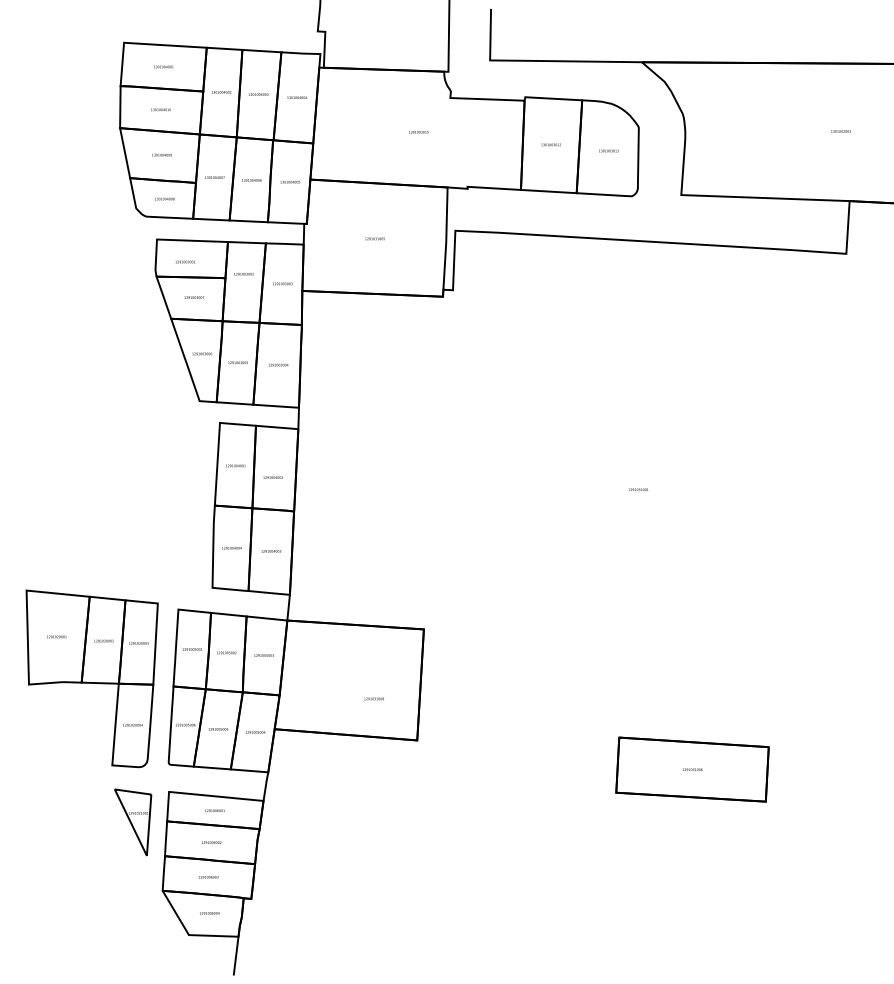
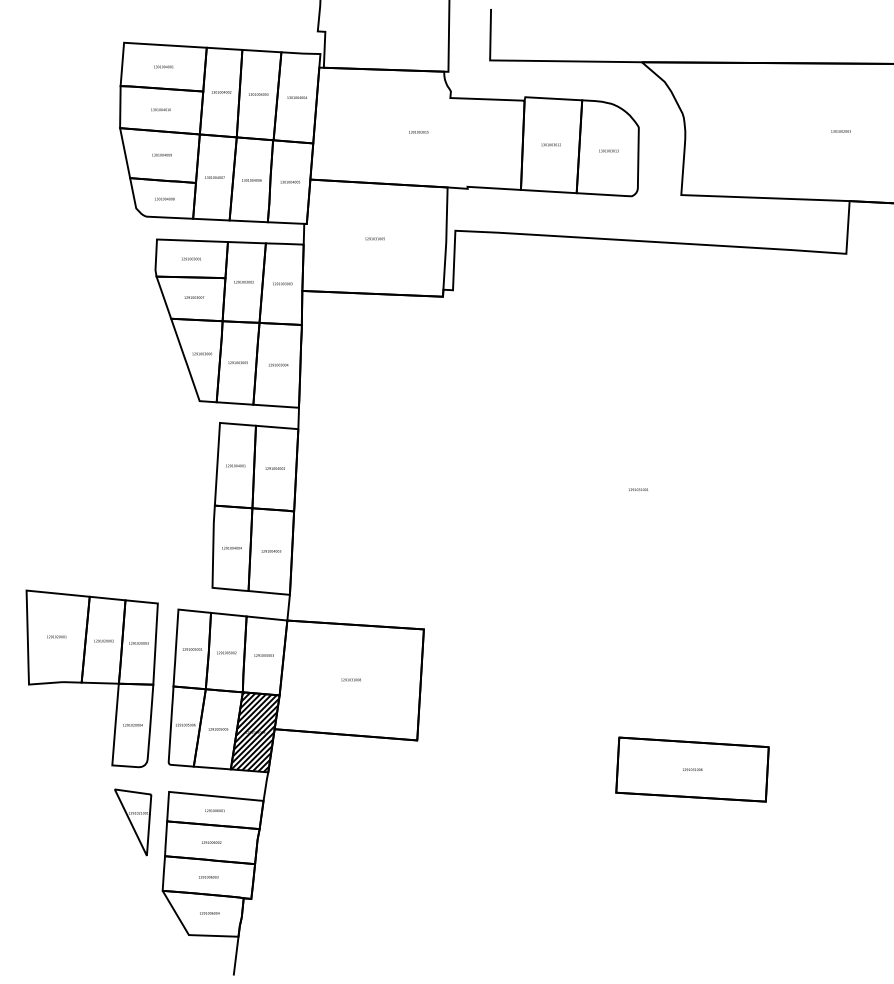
text at (185, 261) position: (185, 261) -> (191, 258)
text at (243, 274) position: (243, 274) -> (243, 282)
text at (272, 477) position: (272, 477) -> (274, 468)
text at (373, 698) position: (373, 698) -> (350, 679)
hatch at (255, 731): none -> present
